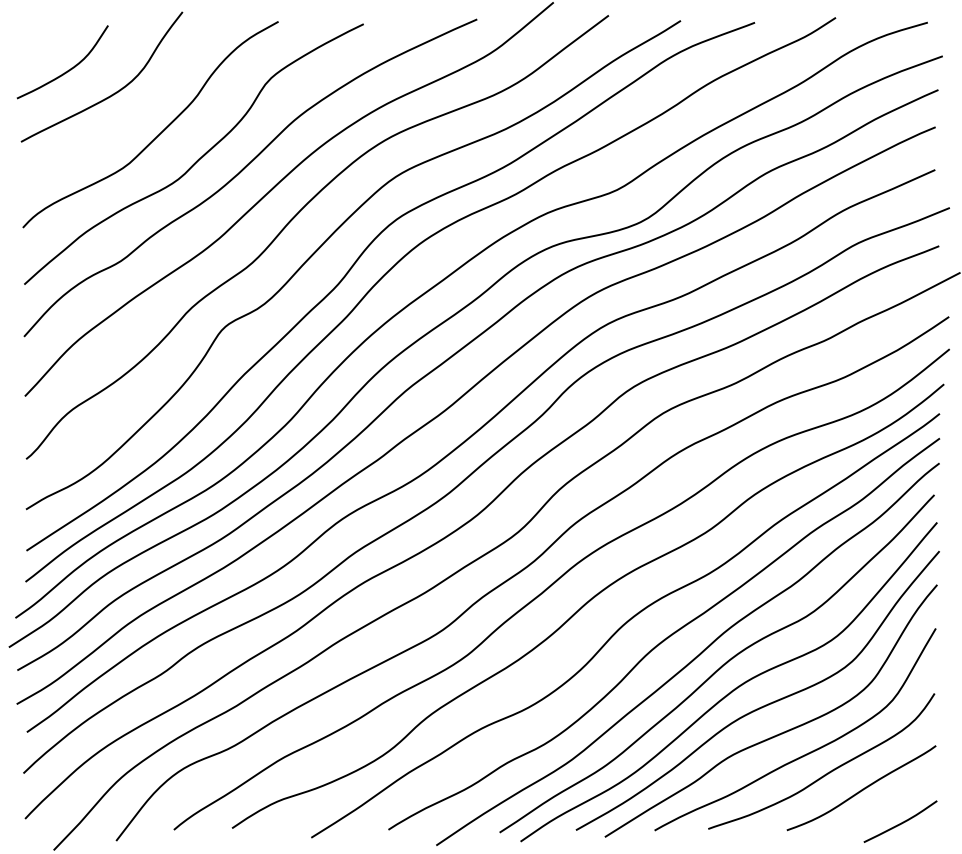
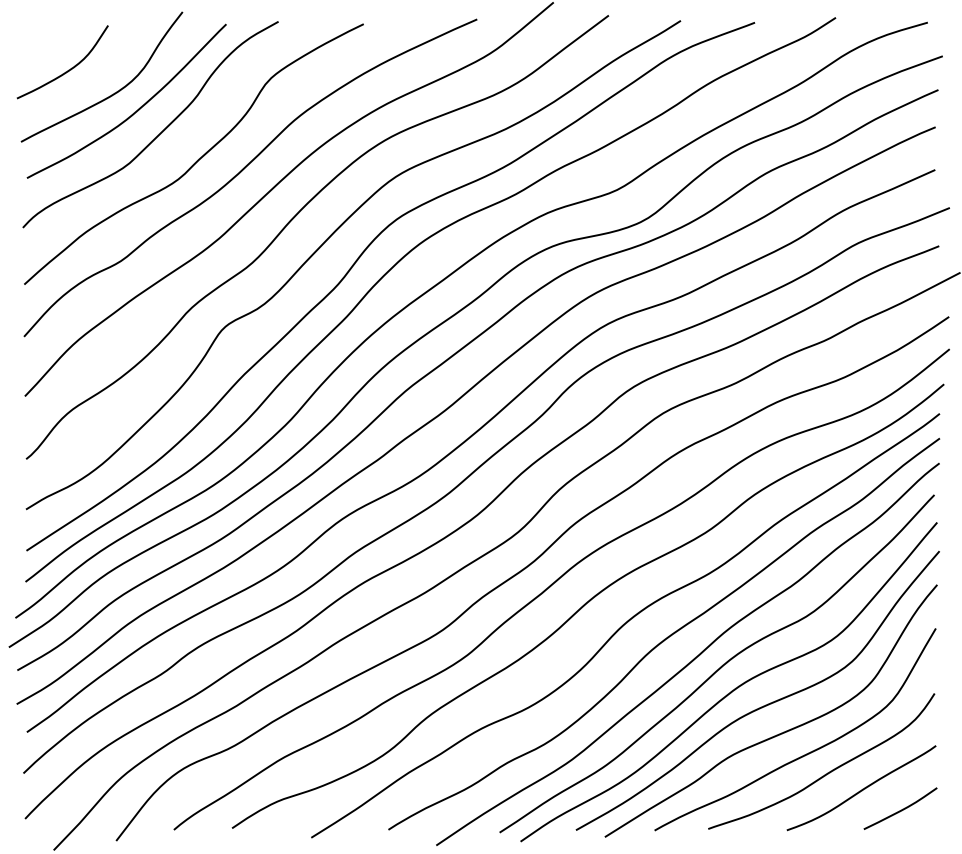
curve at (133, 112): none -> present
curve at (901, 822) position: (901, 822) -> (901, 809)
